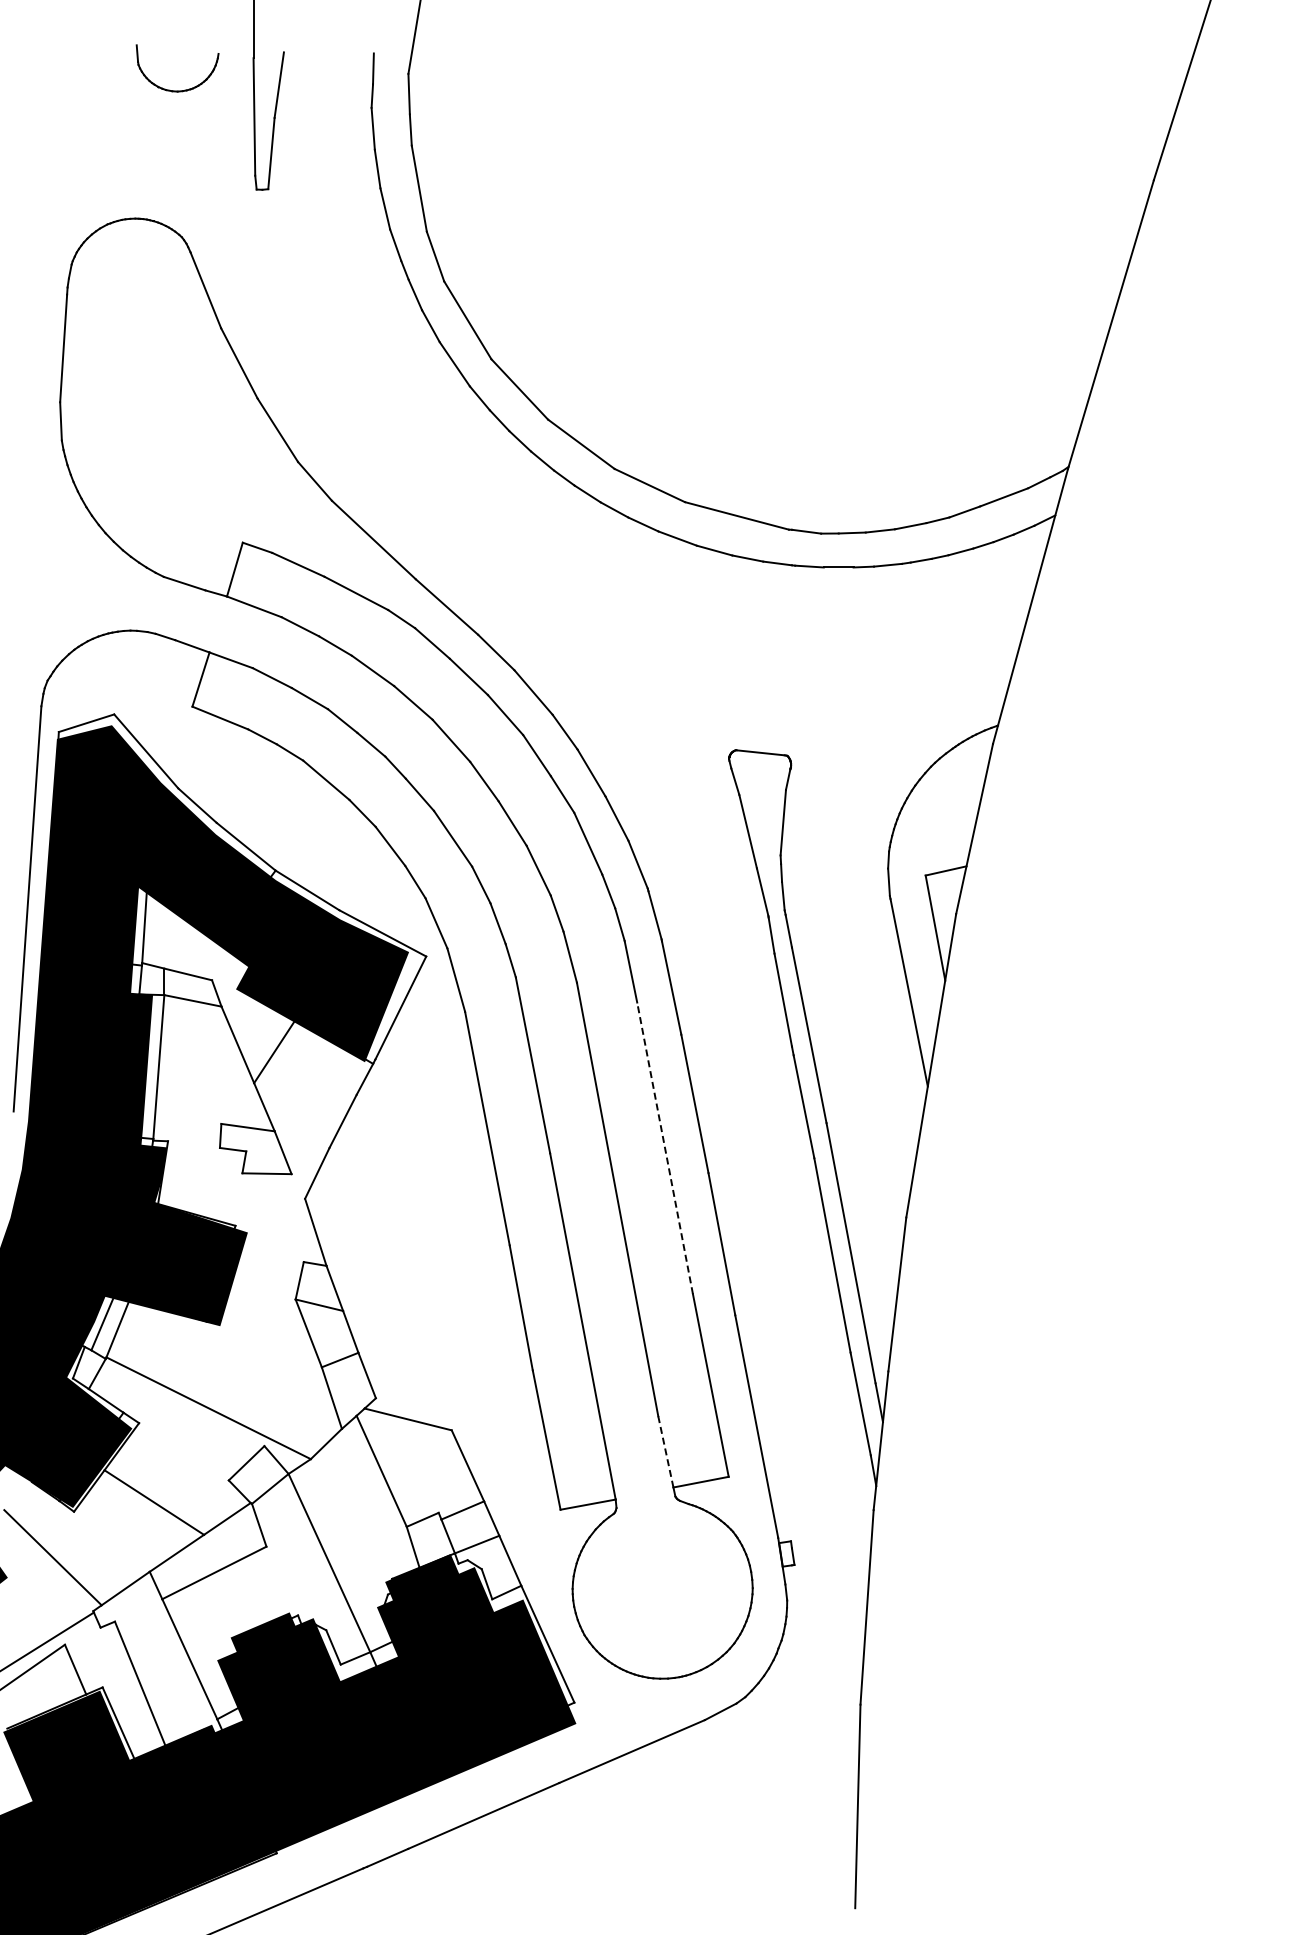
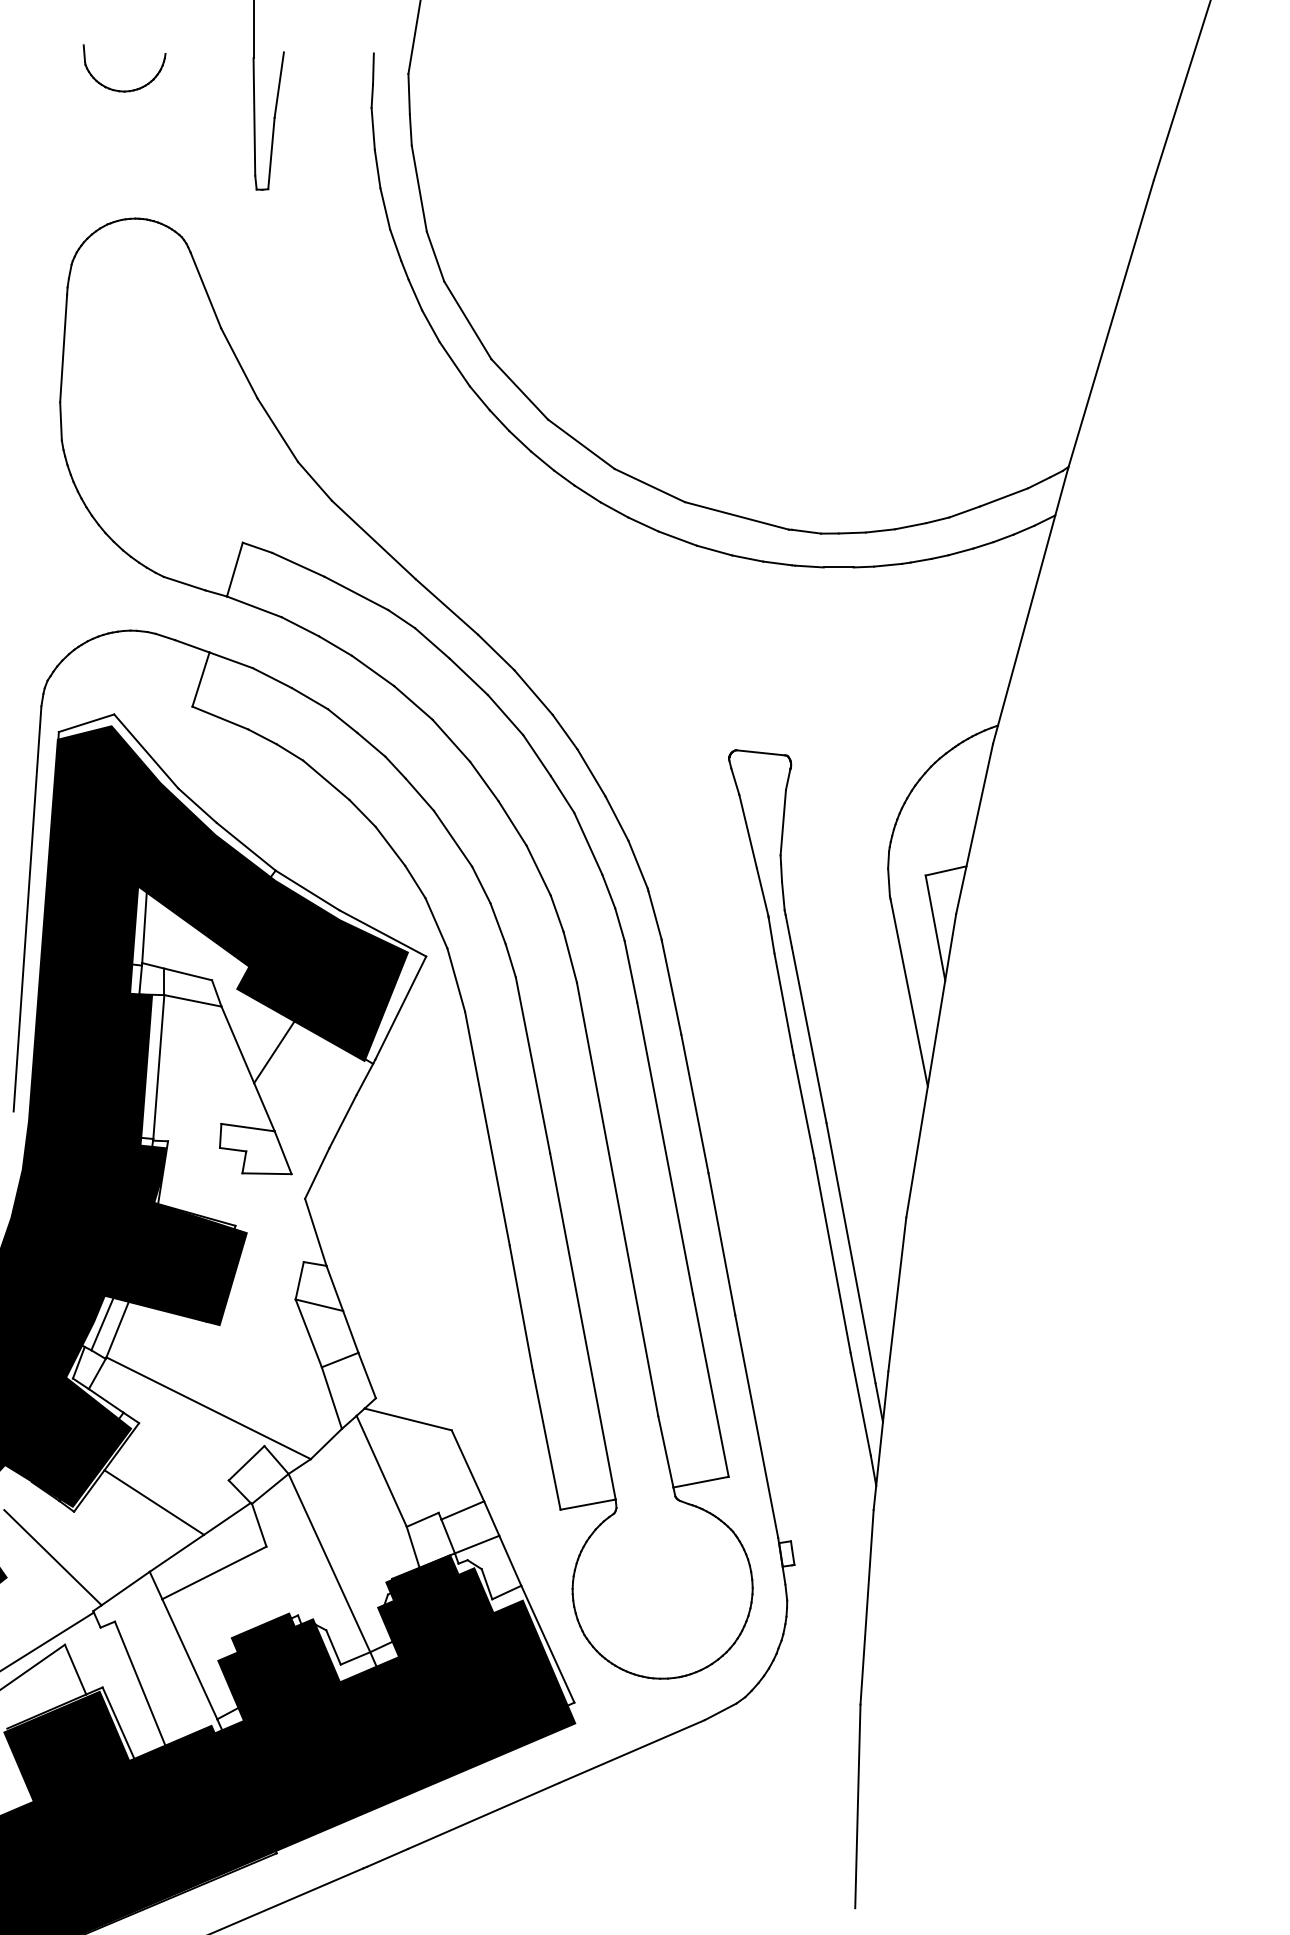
part at (177, 90) position: (177, 90) -> (124, 90)
line at (664, 1147): dashed -> solid
line at (665, 1452): dashed -> solid
